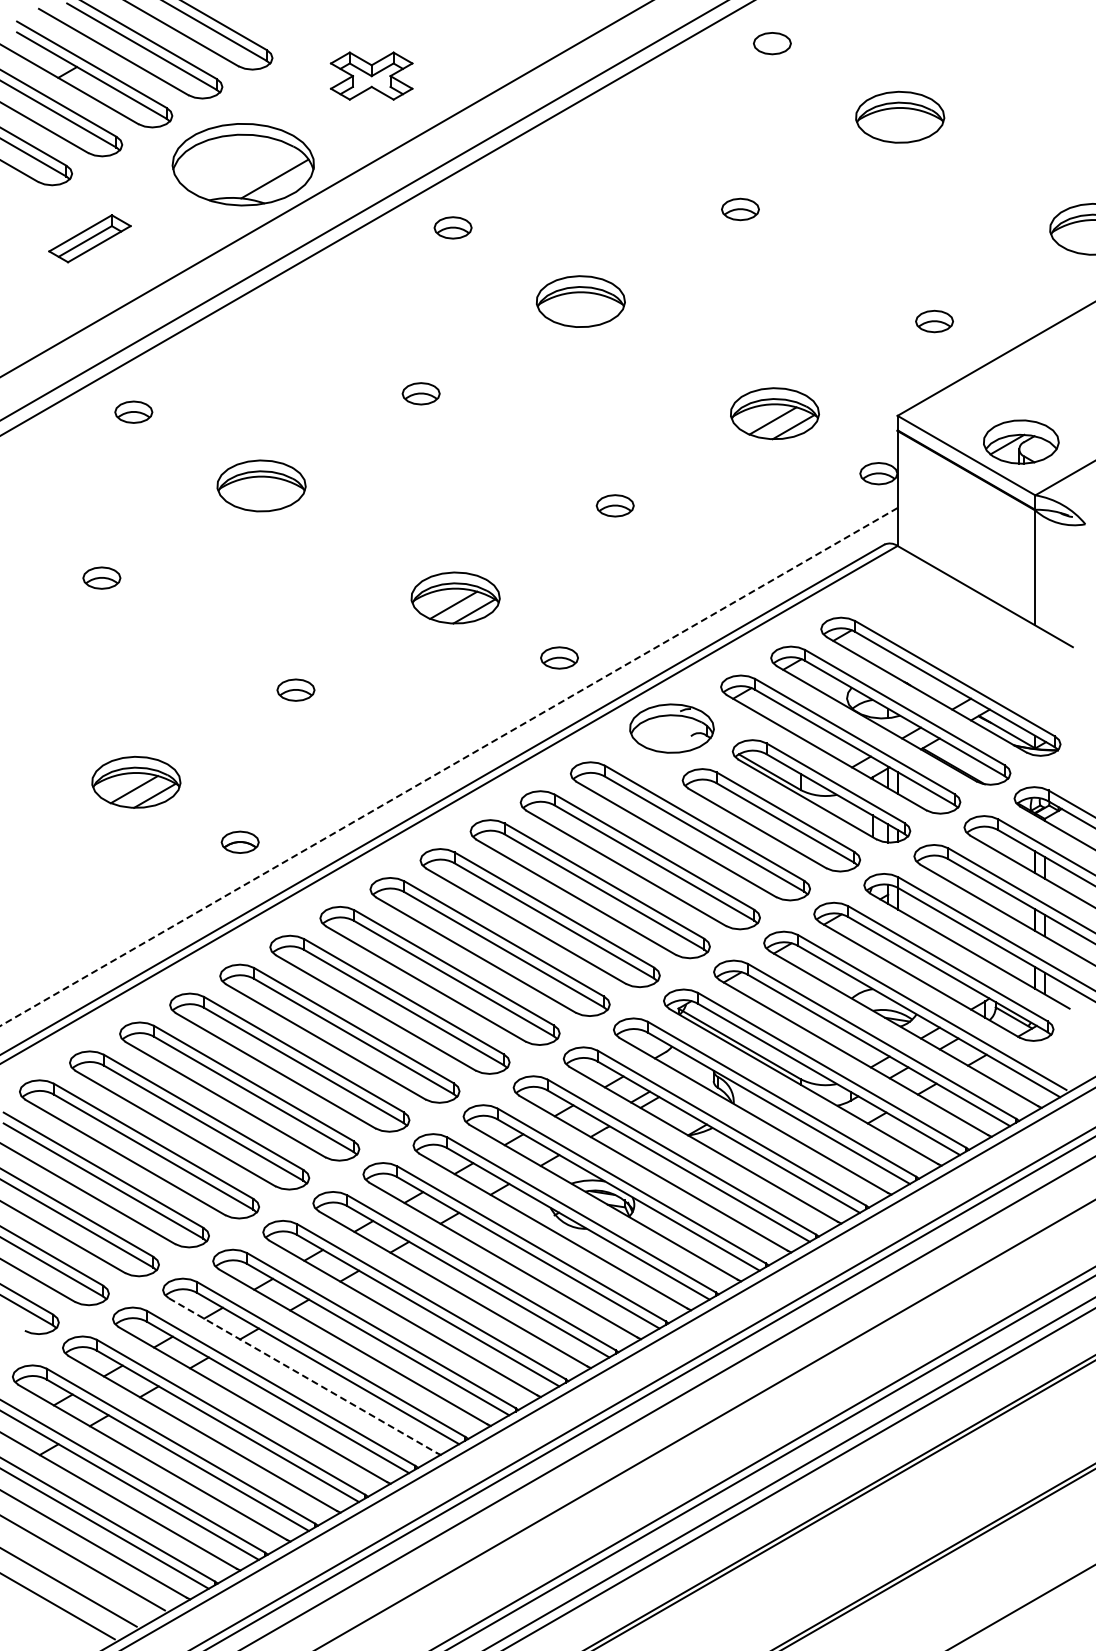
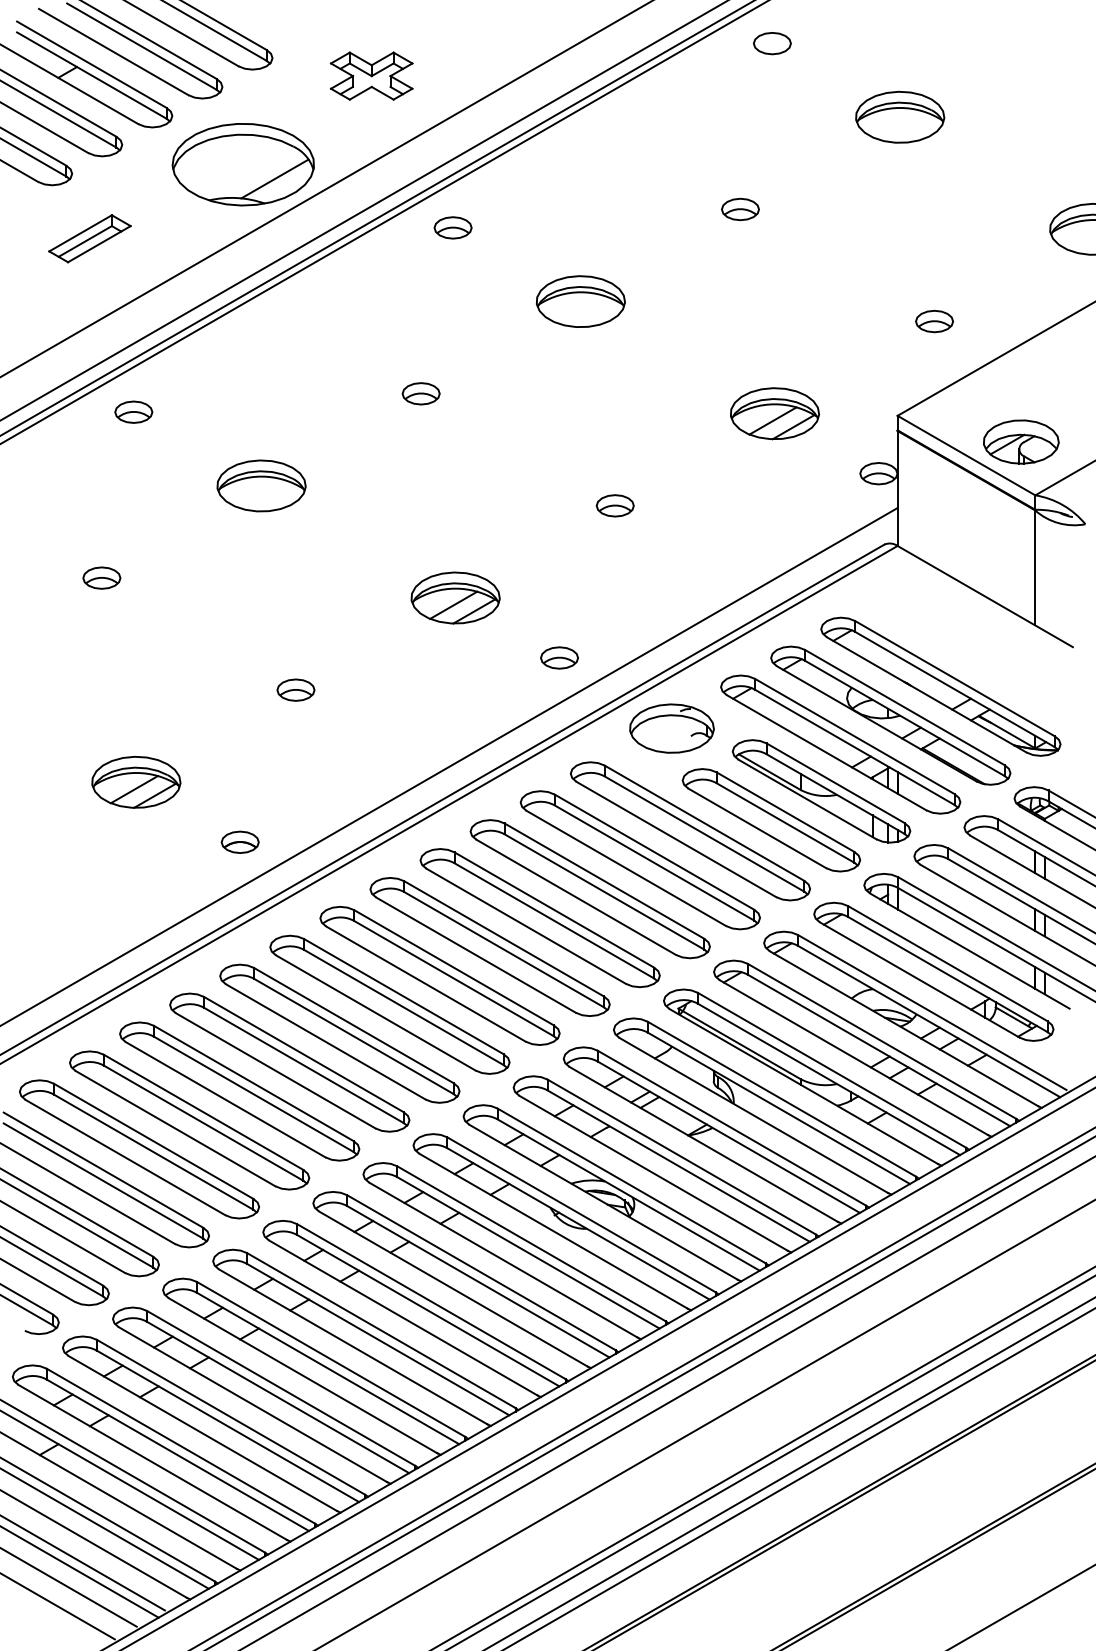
line at (383, 222): none -> present
line at (449, 767): dashed -> solid
line at (303, 1375): dashed -> solid
line at (80, 1572): none -> present
